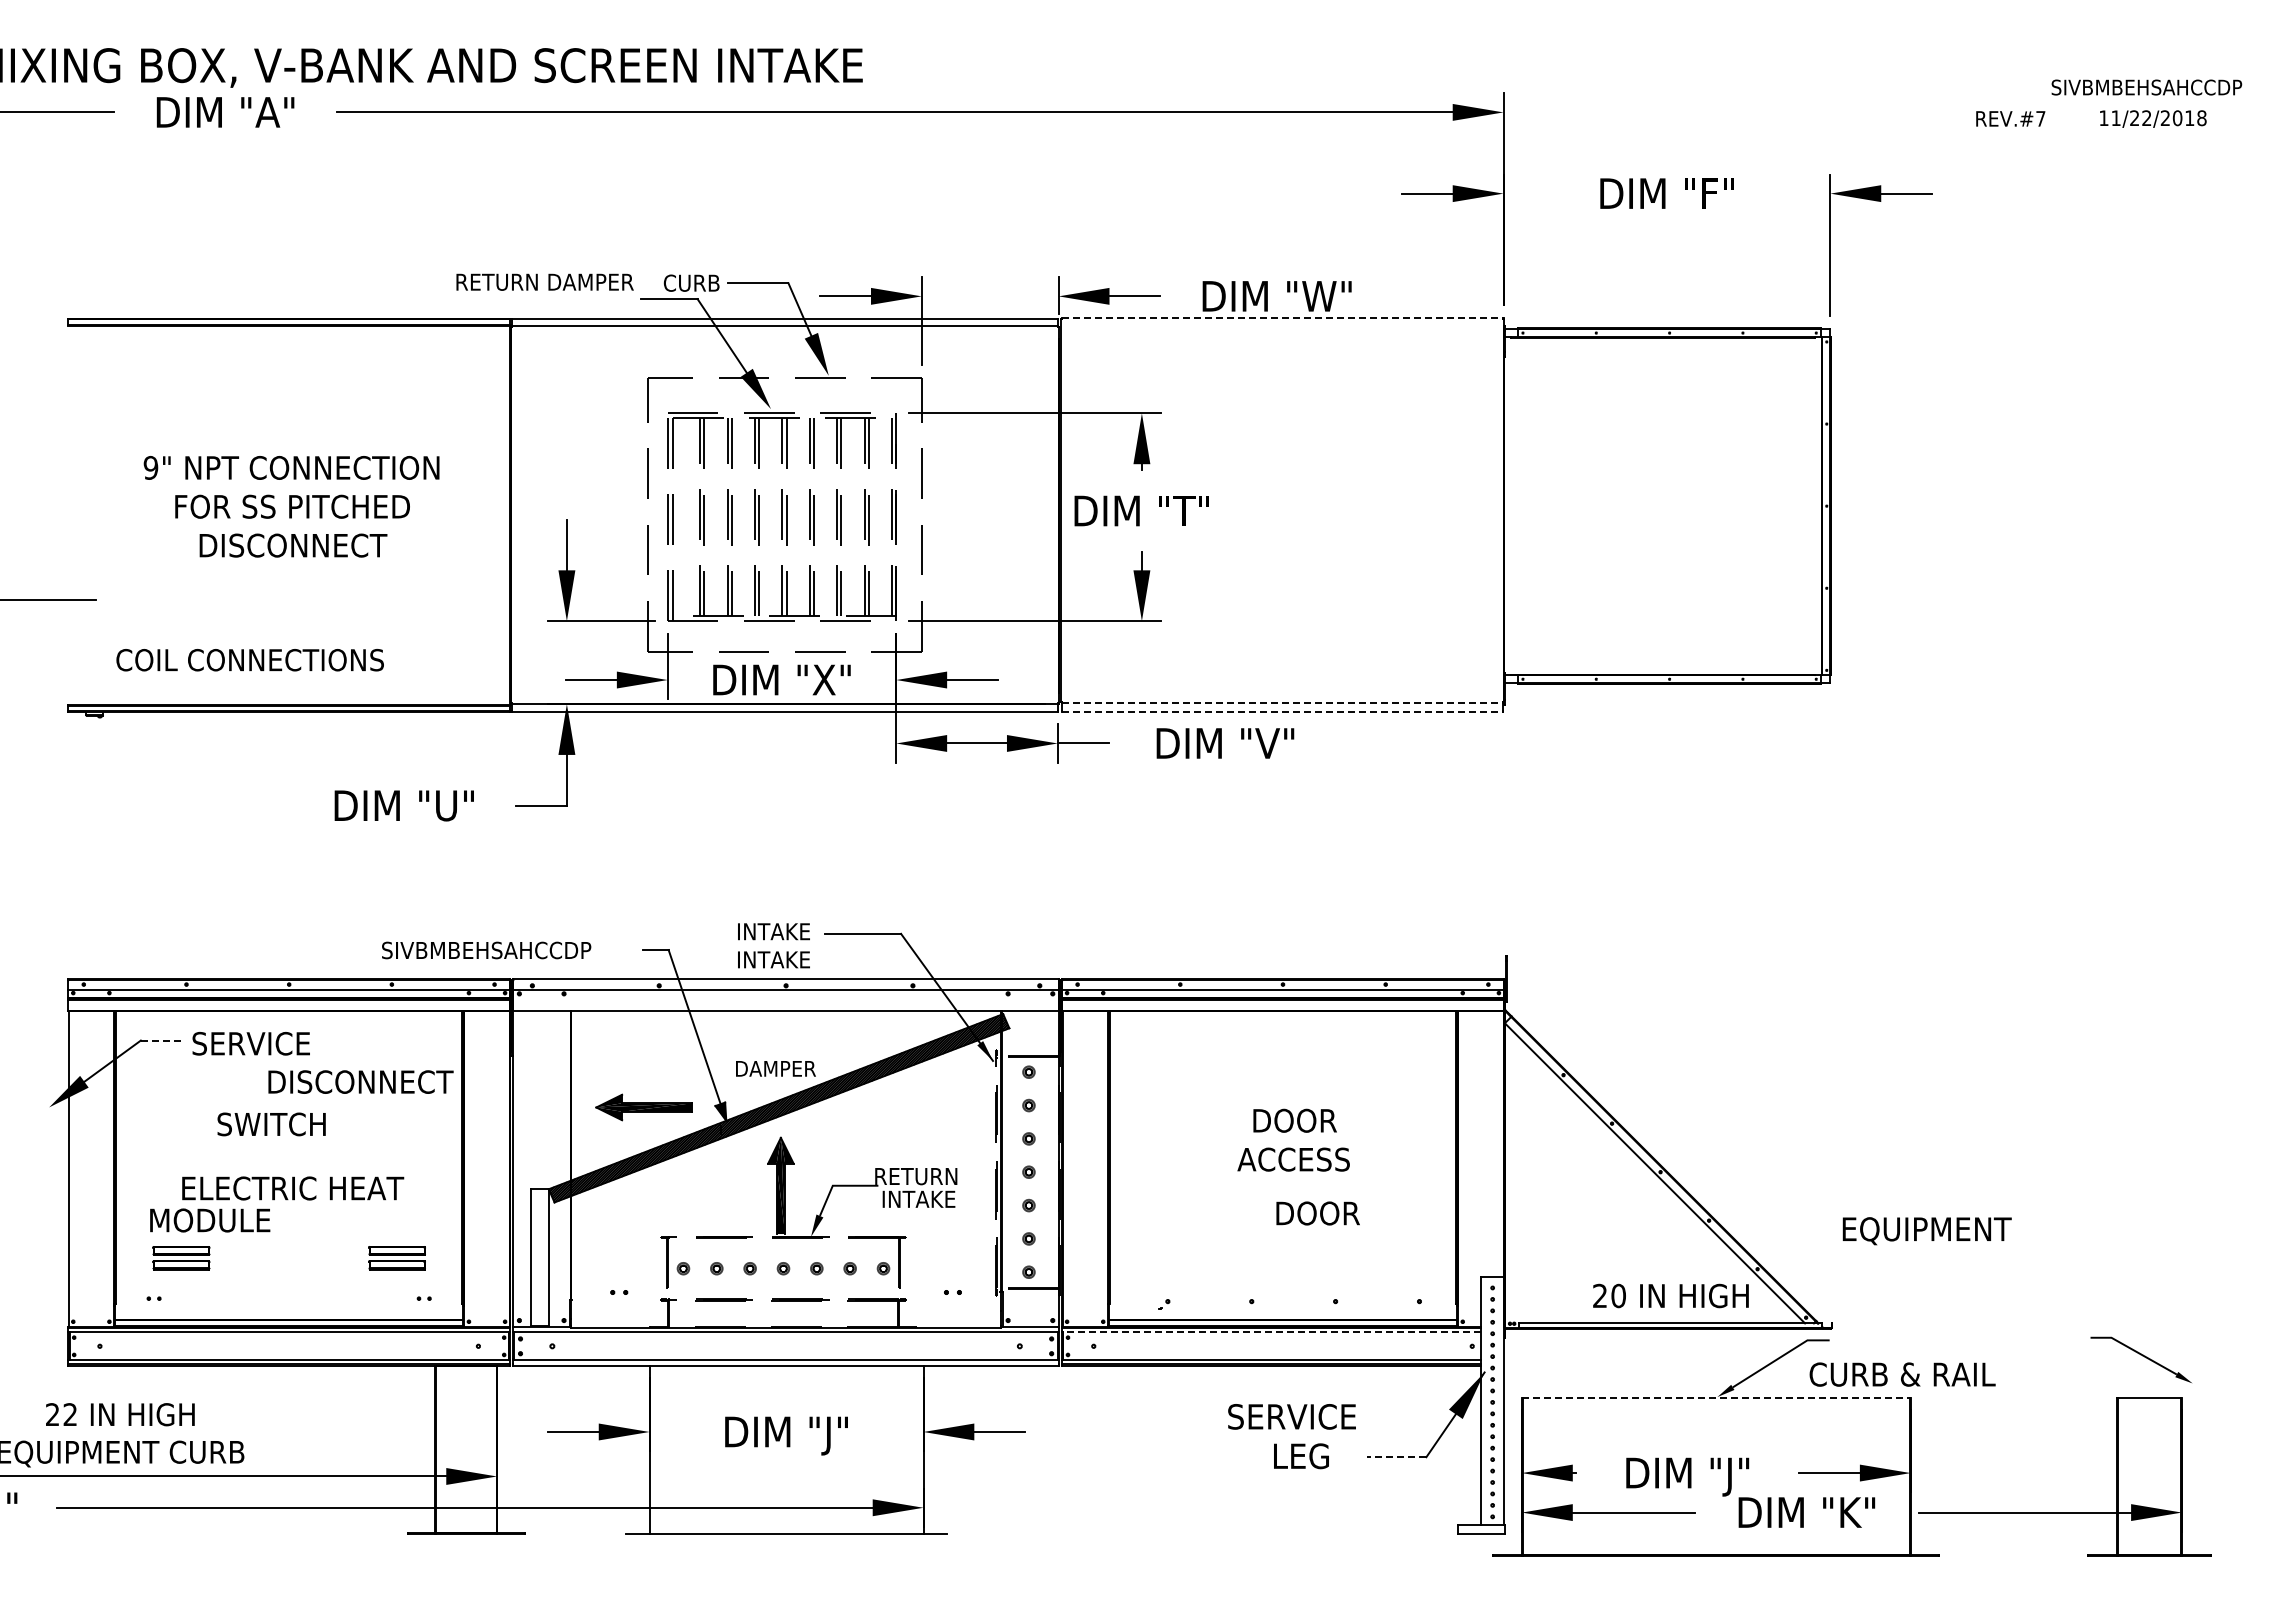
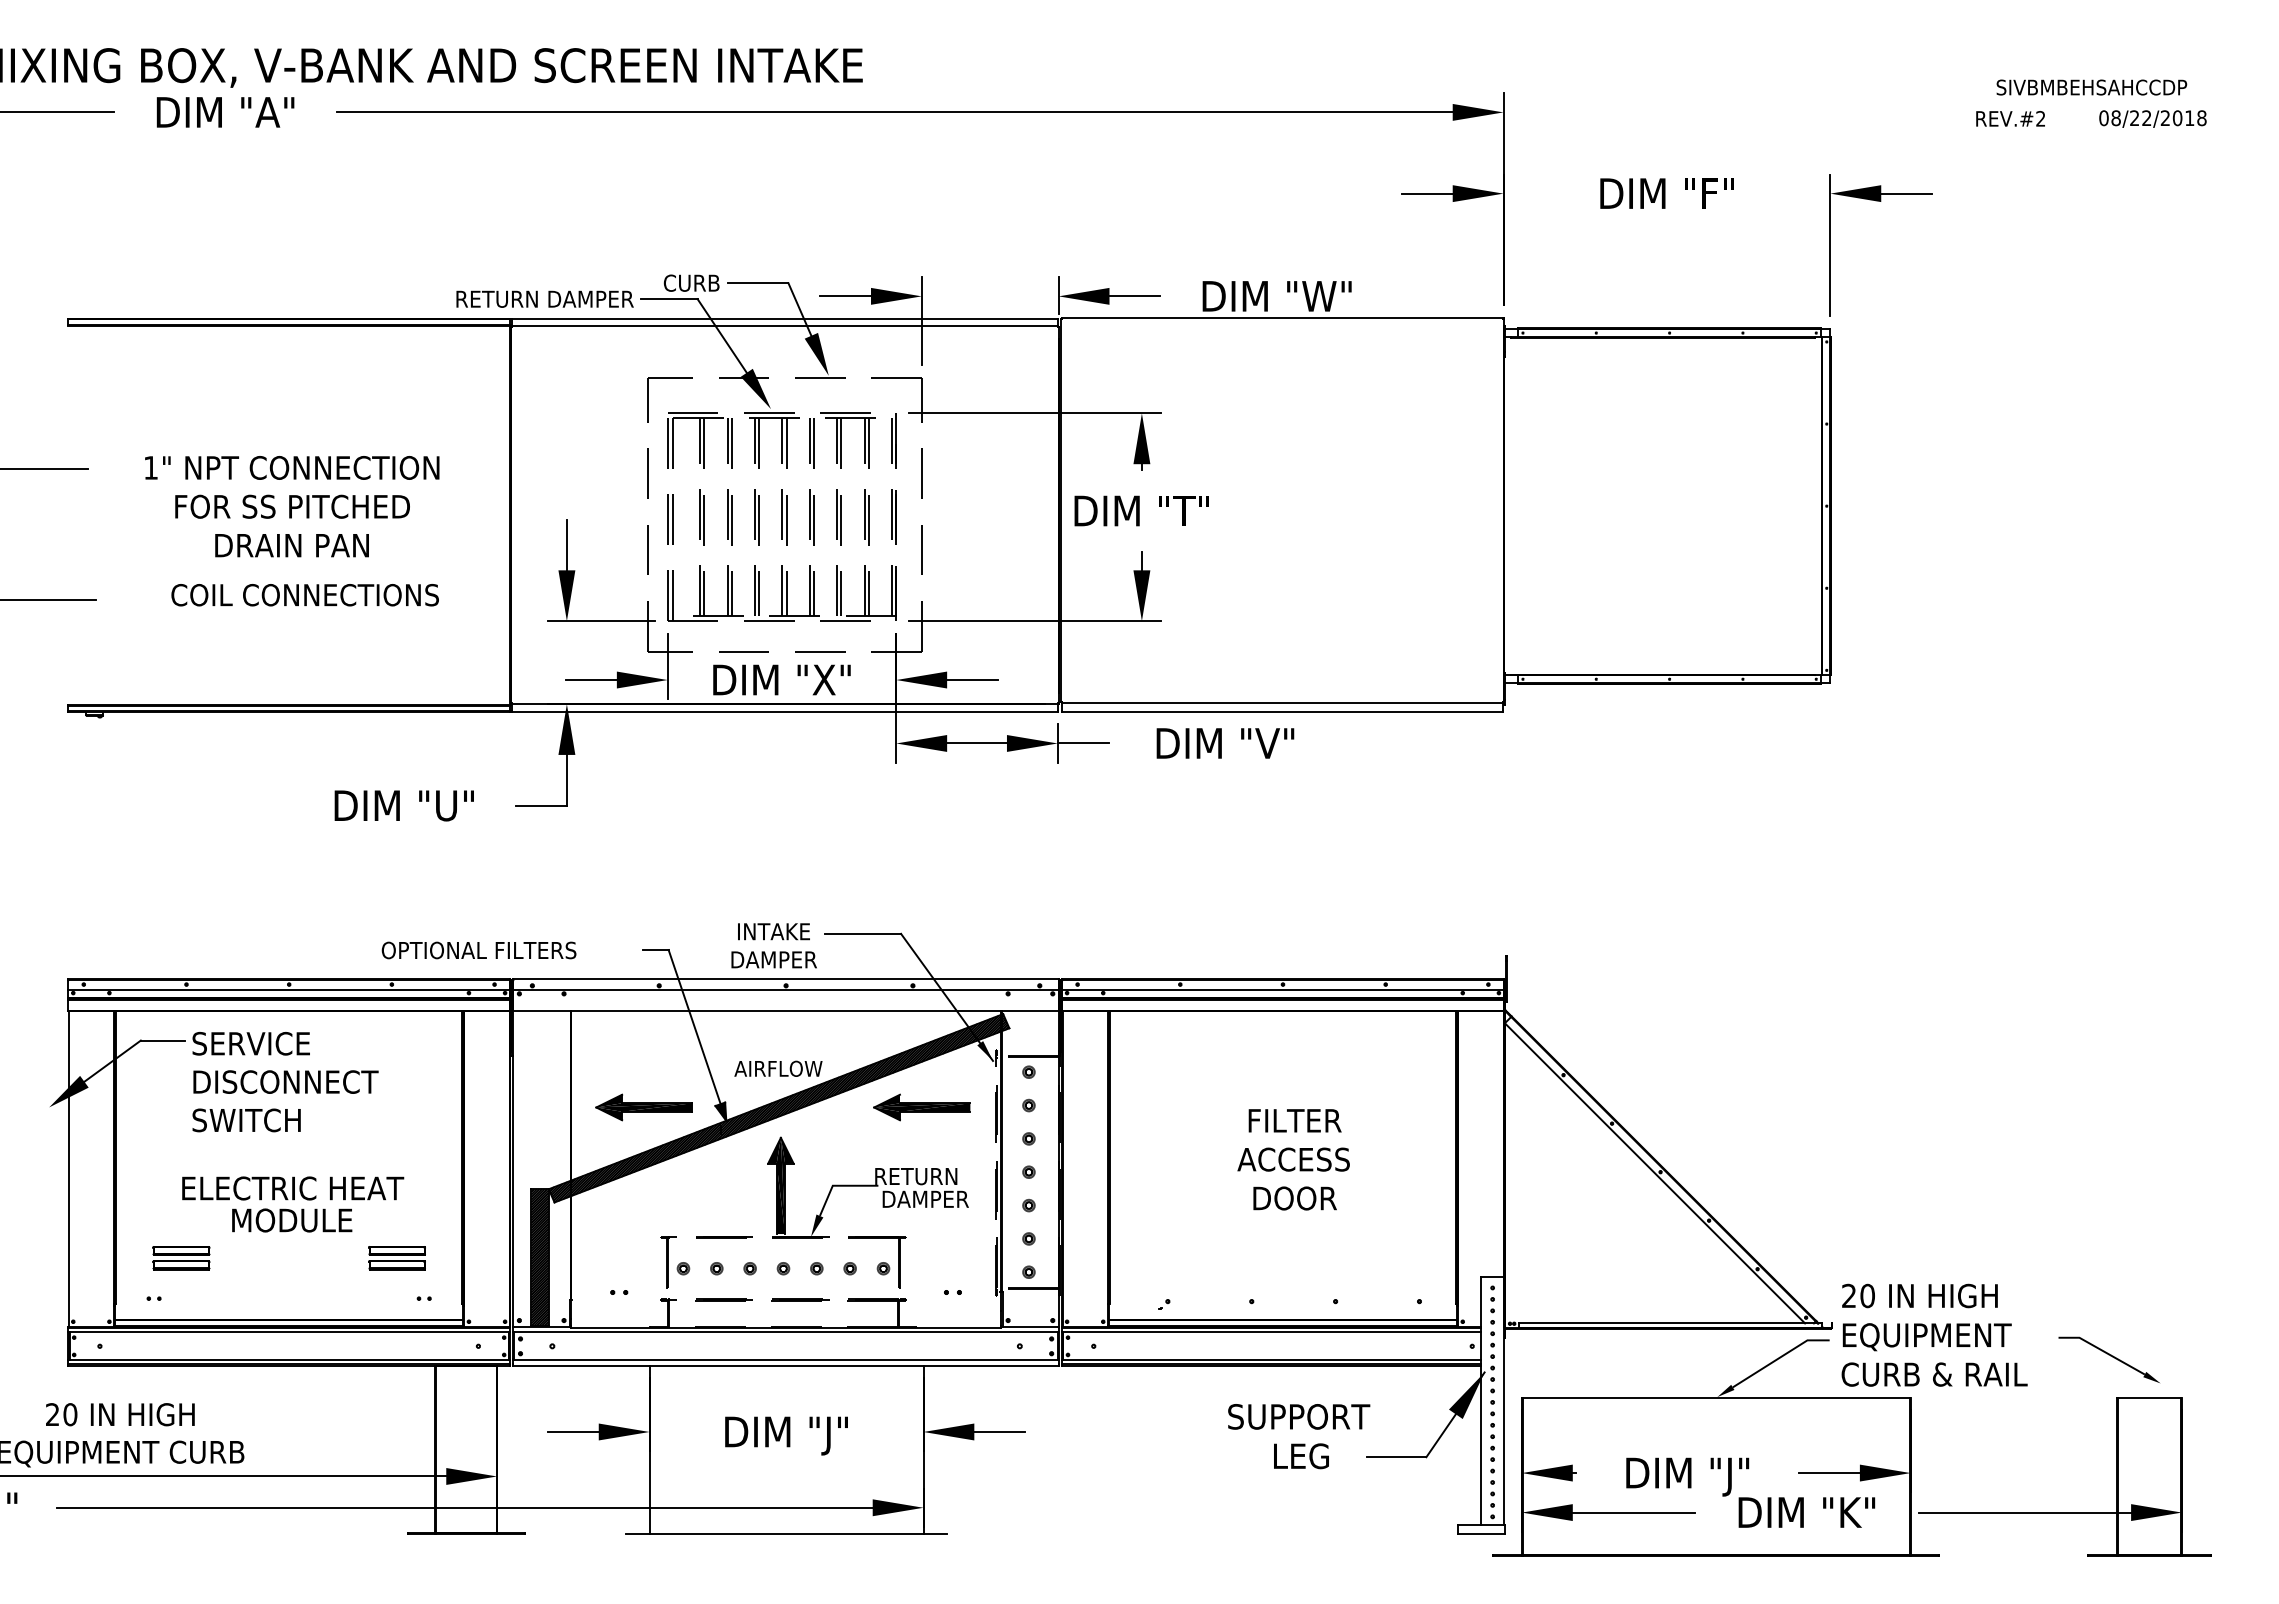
text at (2146, 87) position: (2146, 87) -> (2091, 87)
text at (2040, 118): REV.#7 -> REV.#2
text at (2109, 118): 11/22/2018 -> 08/22/2018
text at (544, 281) position: (544, 281) -> (544, 298)
line at (1282, 318): dashed -> solid
text at (150, 467): 9" -> 1"
line at (45, 468): none -> present
text at (293, 545): DISCONNECT -> DRAIN PAN
text at (249, 660) position: (249, 660) -> (304, 595)
line at (1282, 702): dashed -> solid
line at (1282, 711): dashed -> solid
text at (486, 950): SIVBMBEHSAHCCDP -> OPTIONAL FILTERS
text at (773, 959): INTAKE -> DAMPER
line at (162, 1040): dashed -> solid
text at (778, 1068): DAMPER -> AIRFLOW
text at (360, 1081) position: (360, 1081) -> (285, 1081)
part at (921, 1107): none -> present
text at (1294, 1120): DOOR -> FILTER
text at (271, 1124) position: (271, 1124) -> (246, 1120)
text at (926, 1198): INTAKE -> DAMPER
text at (1317, 1213) position: (1317, 1213) -> (1294, 1198)
text at (210, 1220) position: (210, 1220) -> (292, 1220)
text at (1926, 1231) position: (1926, 1231) -> (1926, 1337)
hatch at (539, 1257): none -> present
text at (1670, 1295) position: (1670, 1295) -> (1919, 1295)
line at (1271, 1332): dashed -> solid
part at (2141, 1359) position: (2141, 1359) -> (2109, 1359)
text at (1902, 1374) position: (1902, 1374) -> (1934, 1374)
line at (1716, 1397): dashed -> solid
text at (70, 1414): 22 -> 20
text at (1309, 1416): SERVICE -> SUPPORT
line at (1396, 1457): dashed -> solid
